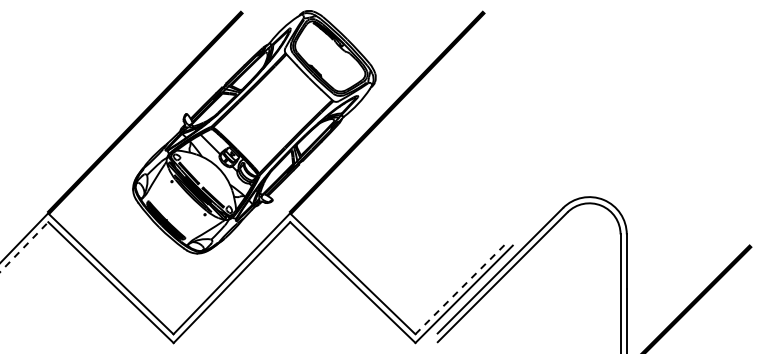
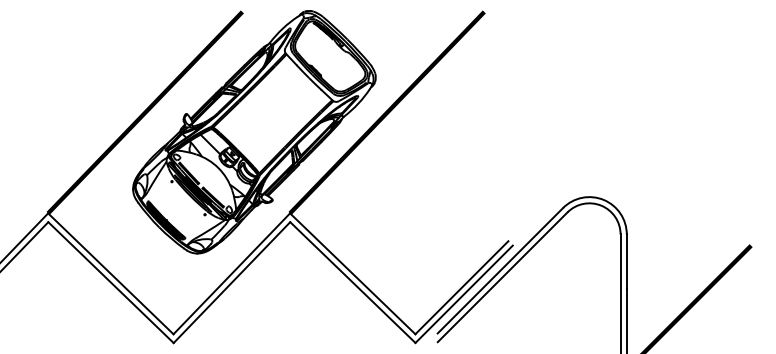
line at (24, 246): dashed -> solid
line at (461, 287): dashed -> solid
